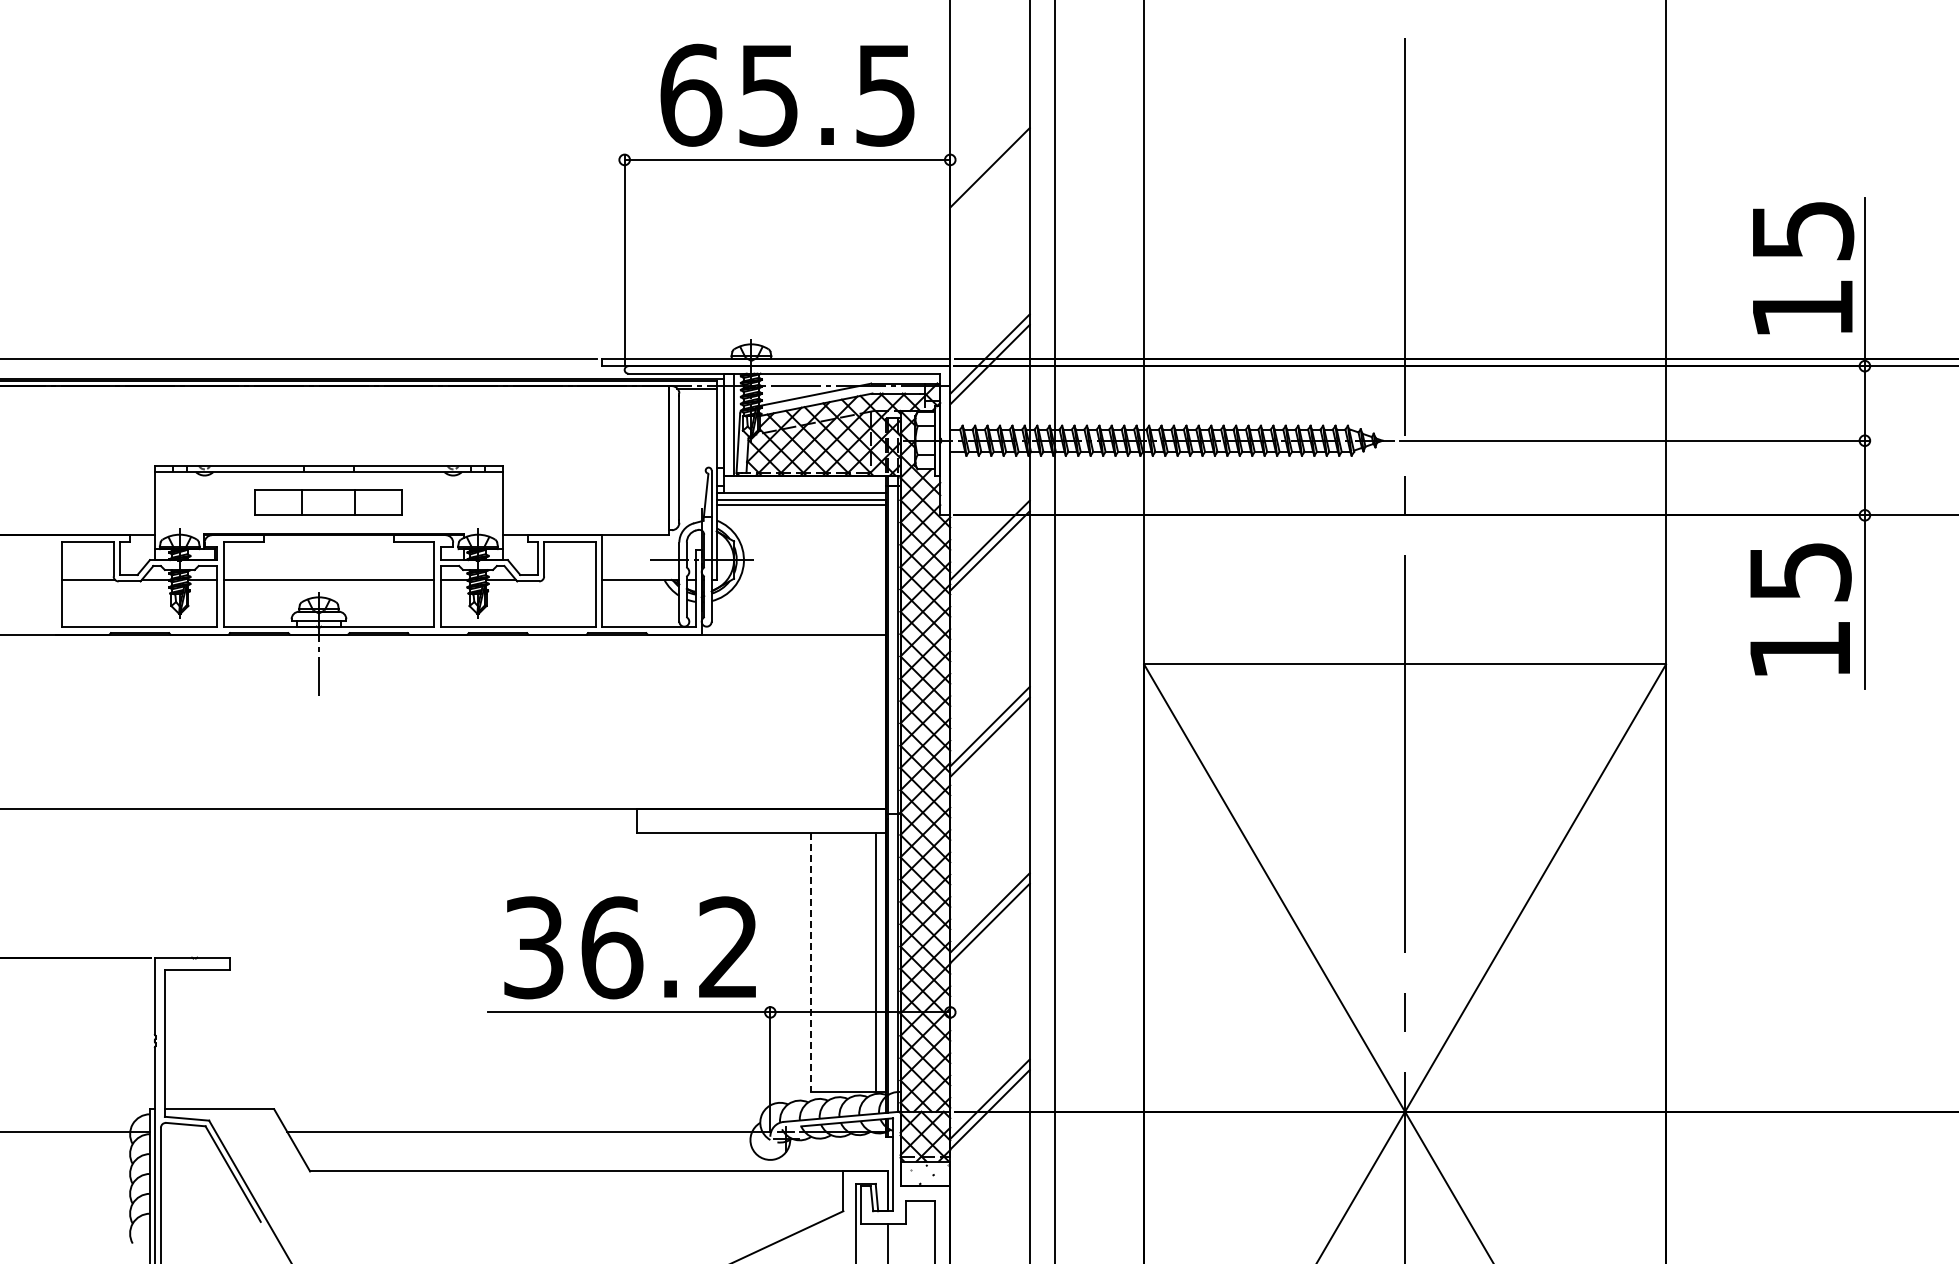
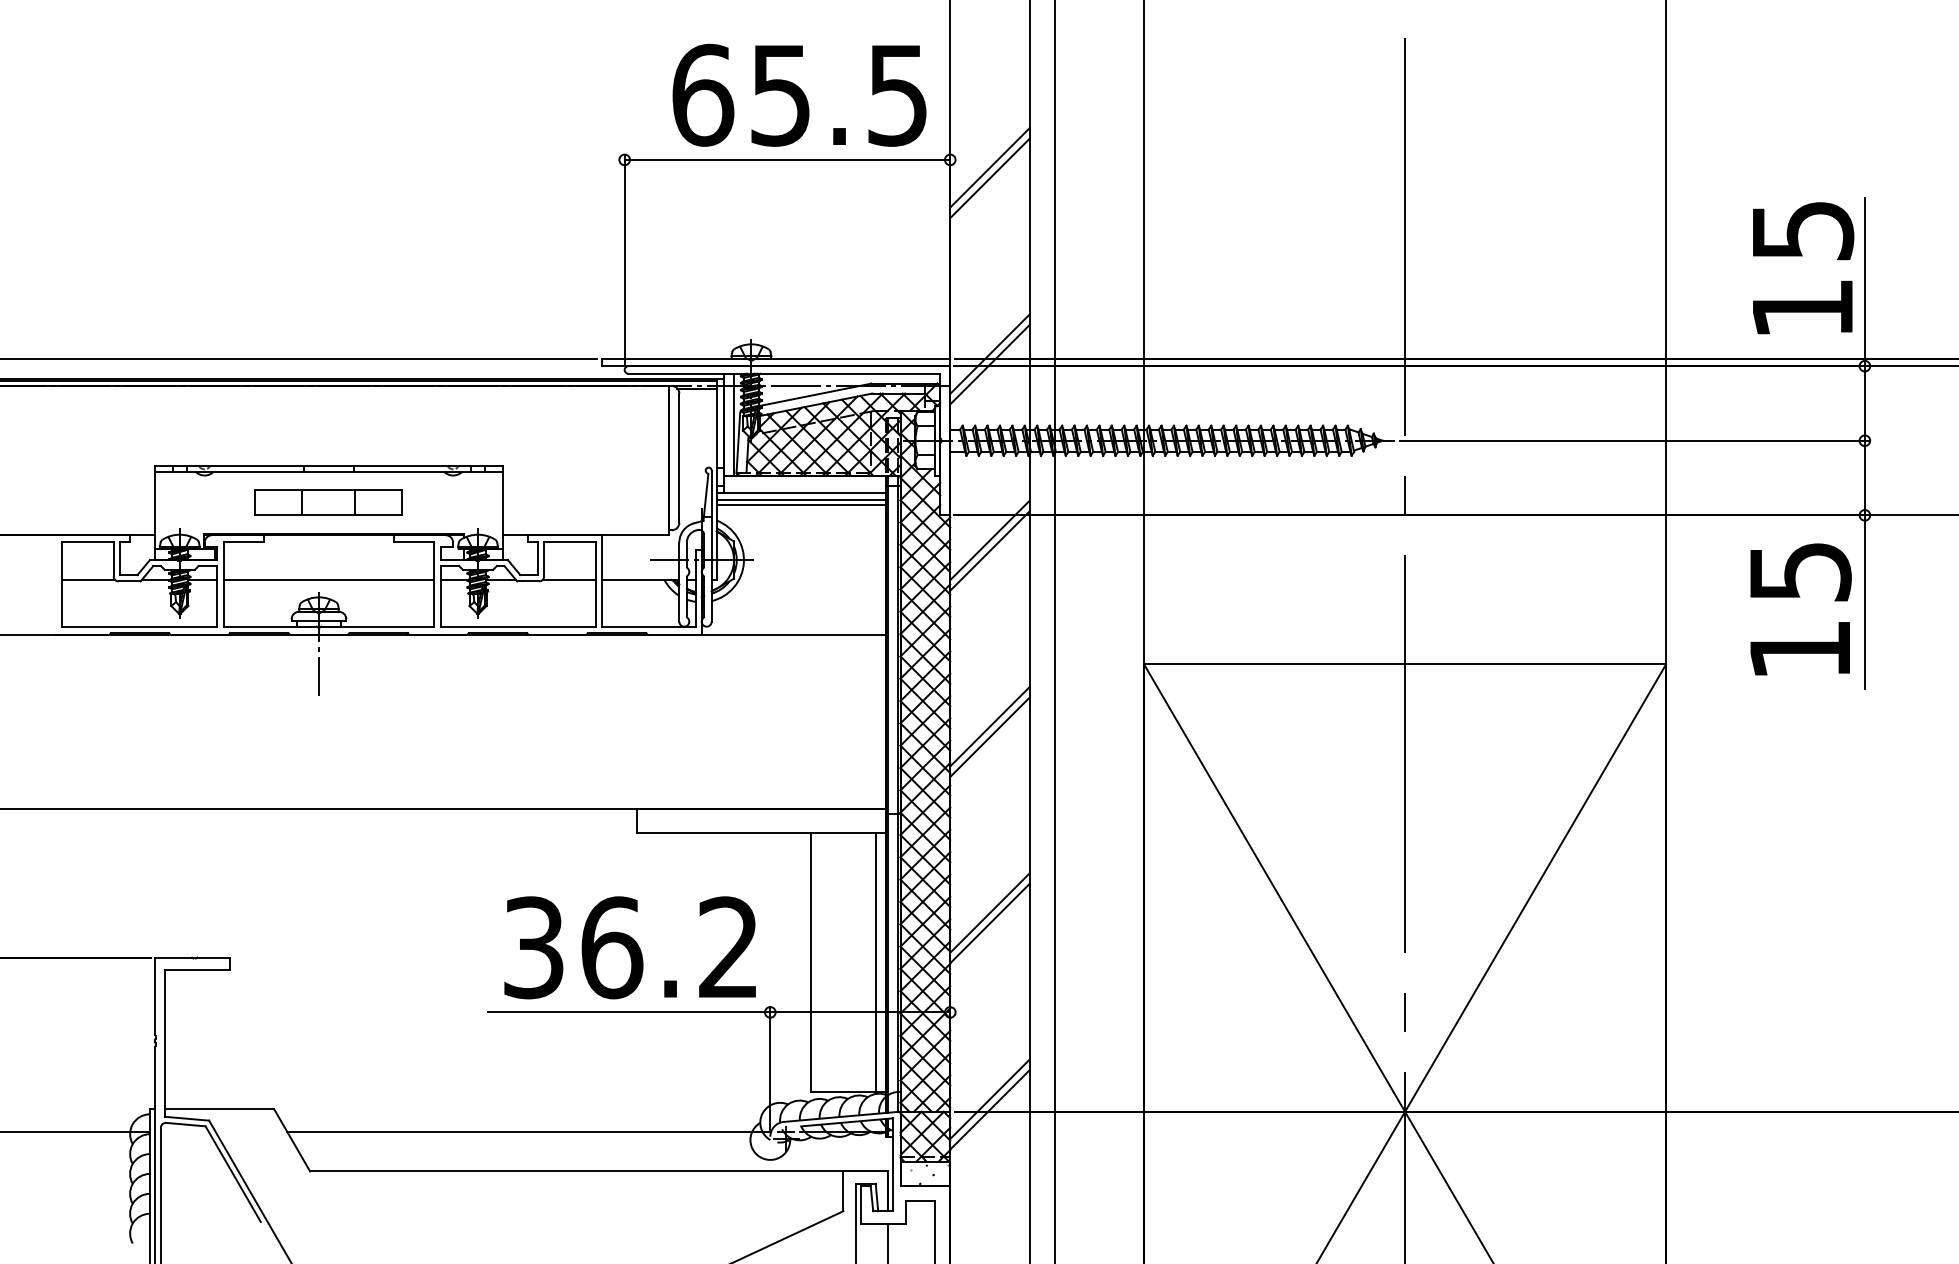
text at (787, 94) position: (787, 94) -> (799, 94)
line at (989, 178): none -> present
line at (569, 579): none -> present
line at (811, 963): dashed -> solid
